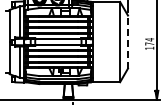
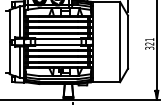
line at (128, 42): dashed -> solid
text at (149, 43): 174 -> 321
